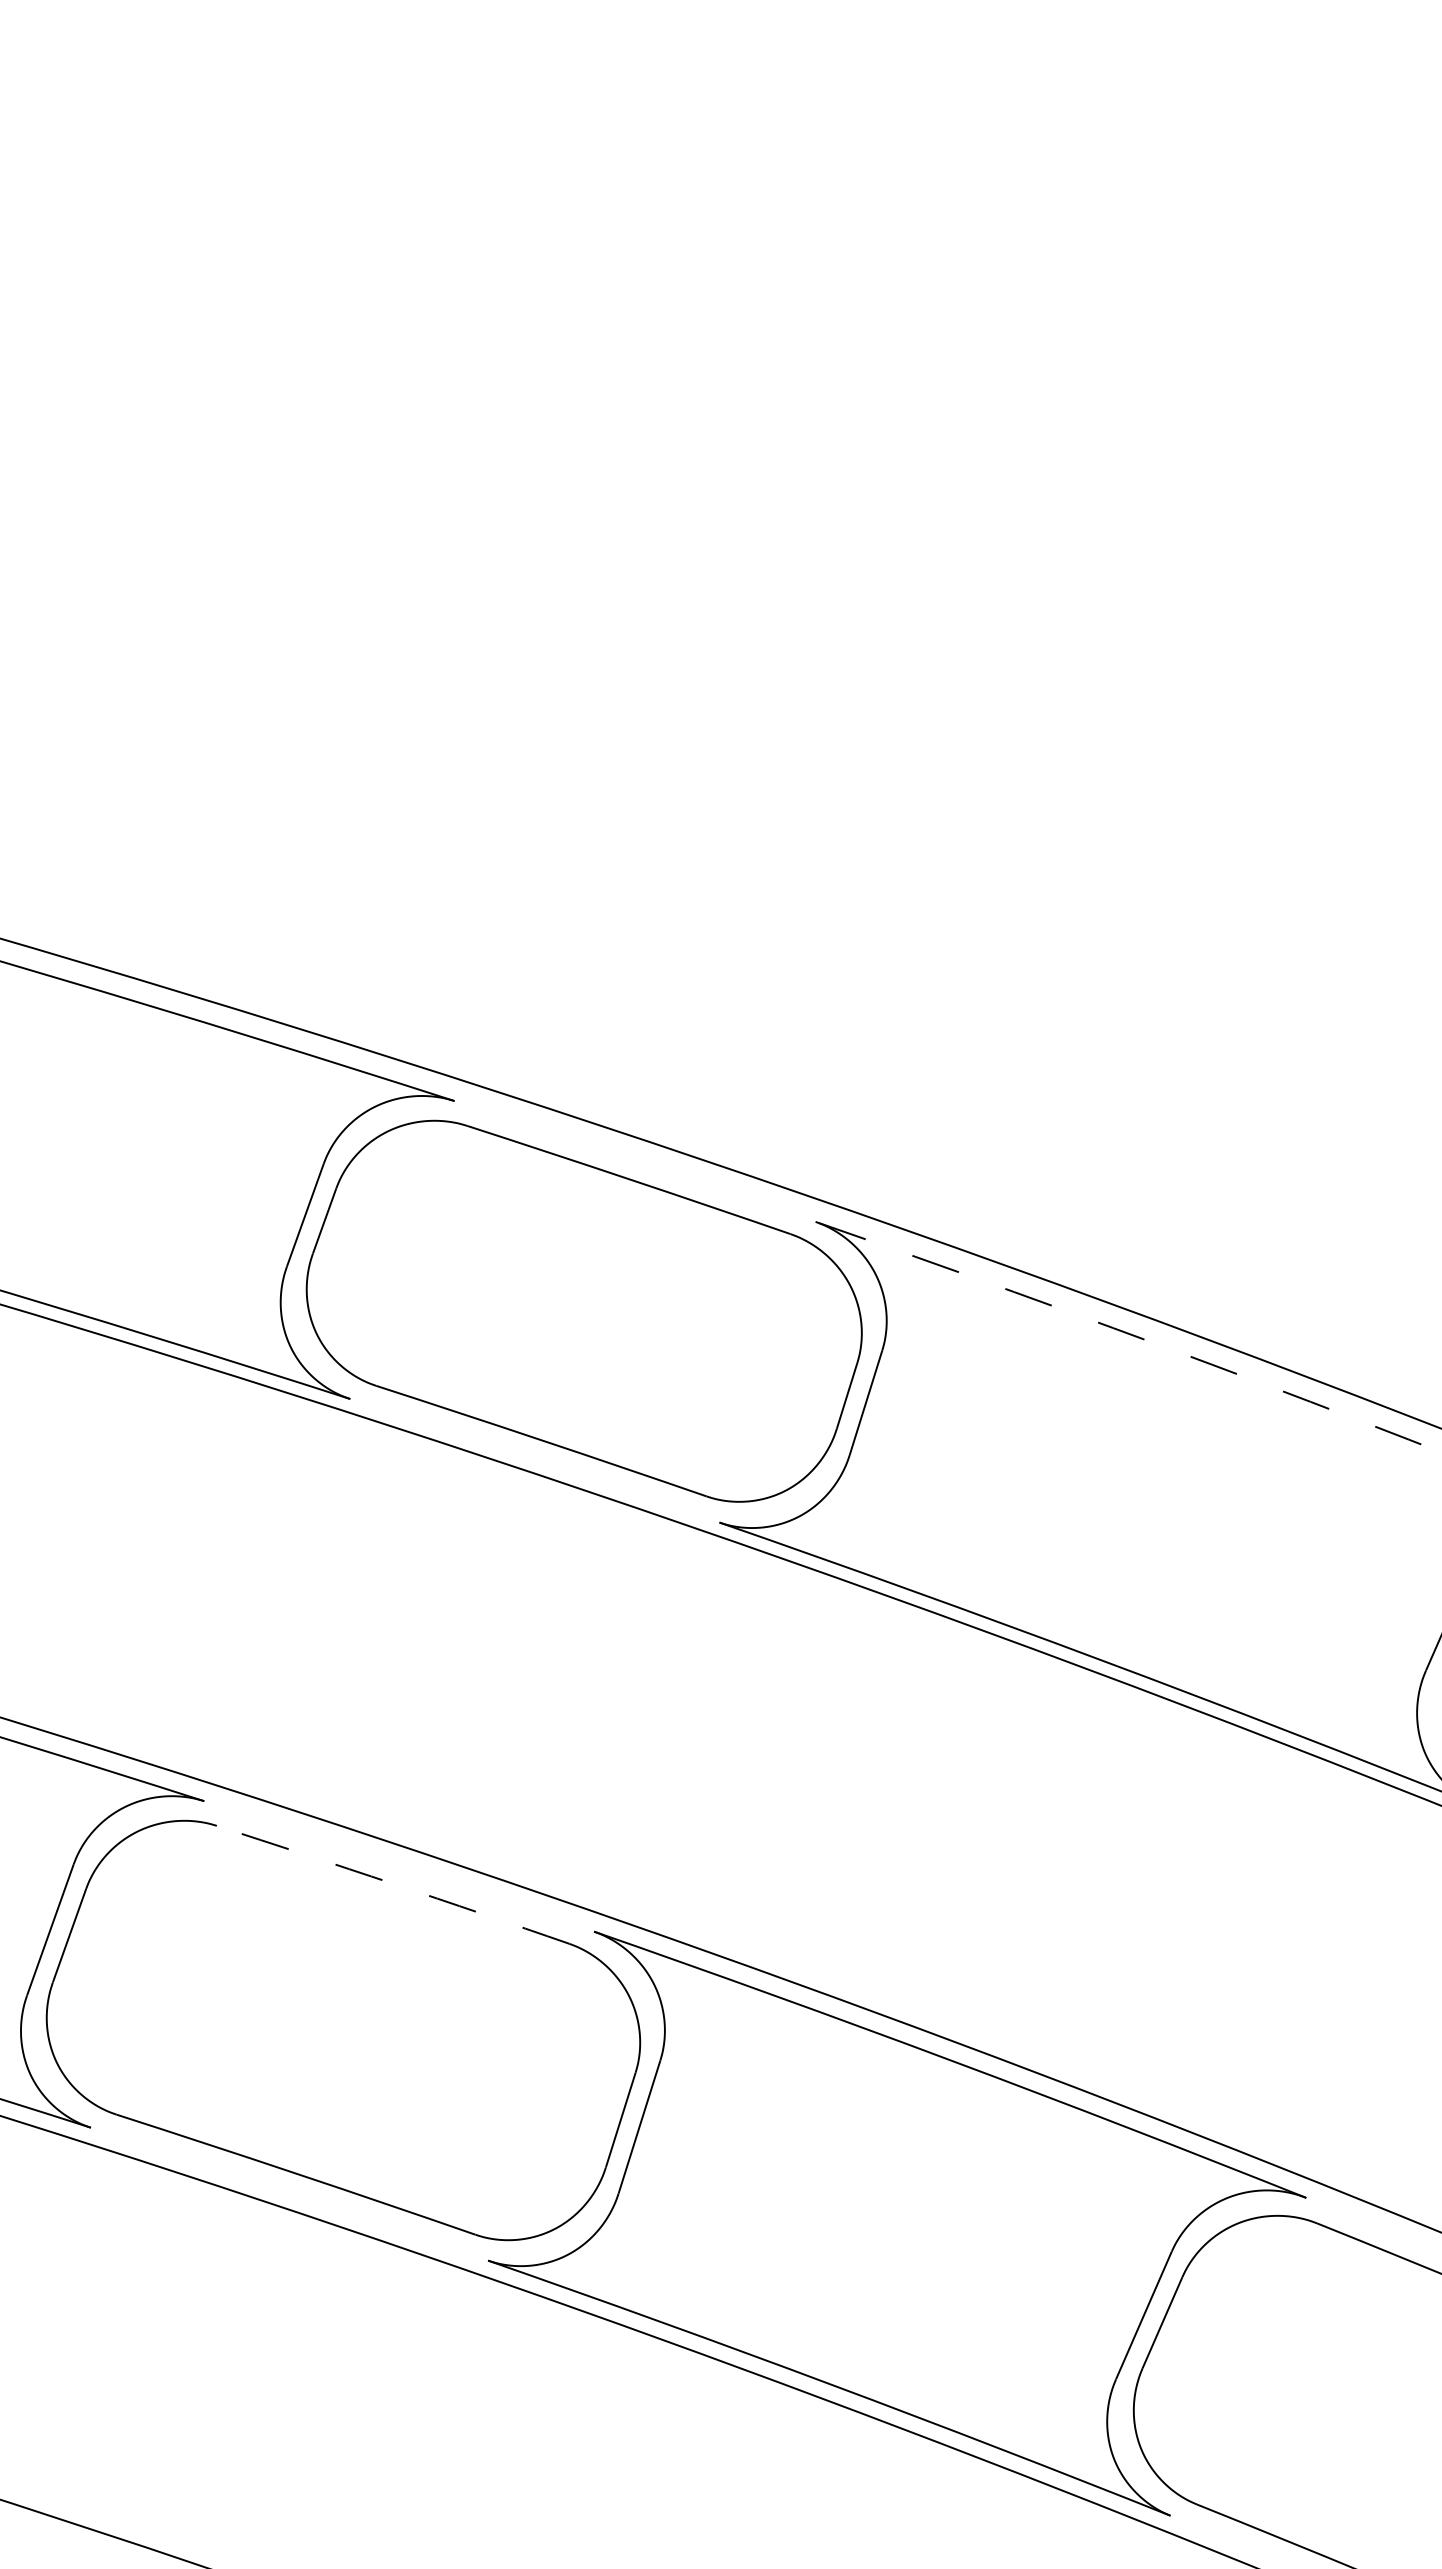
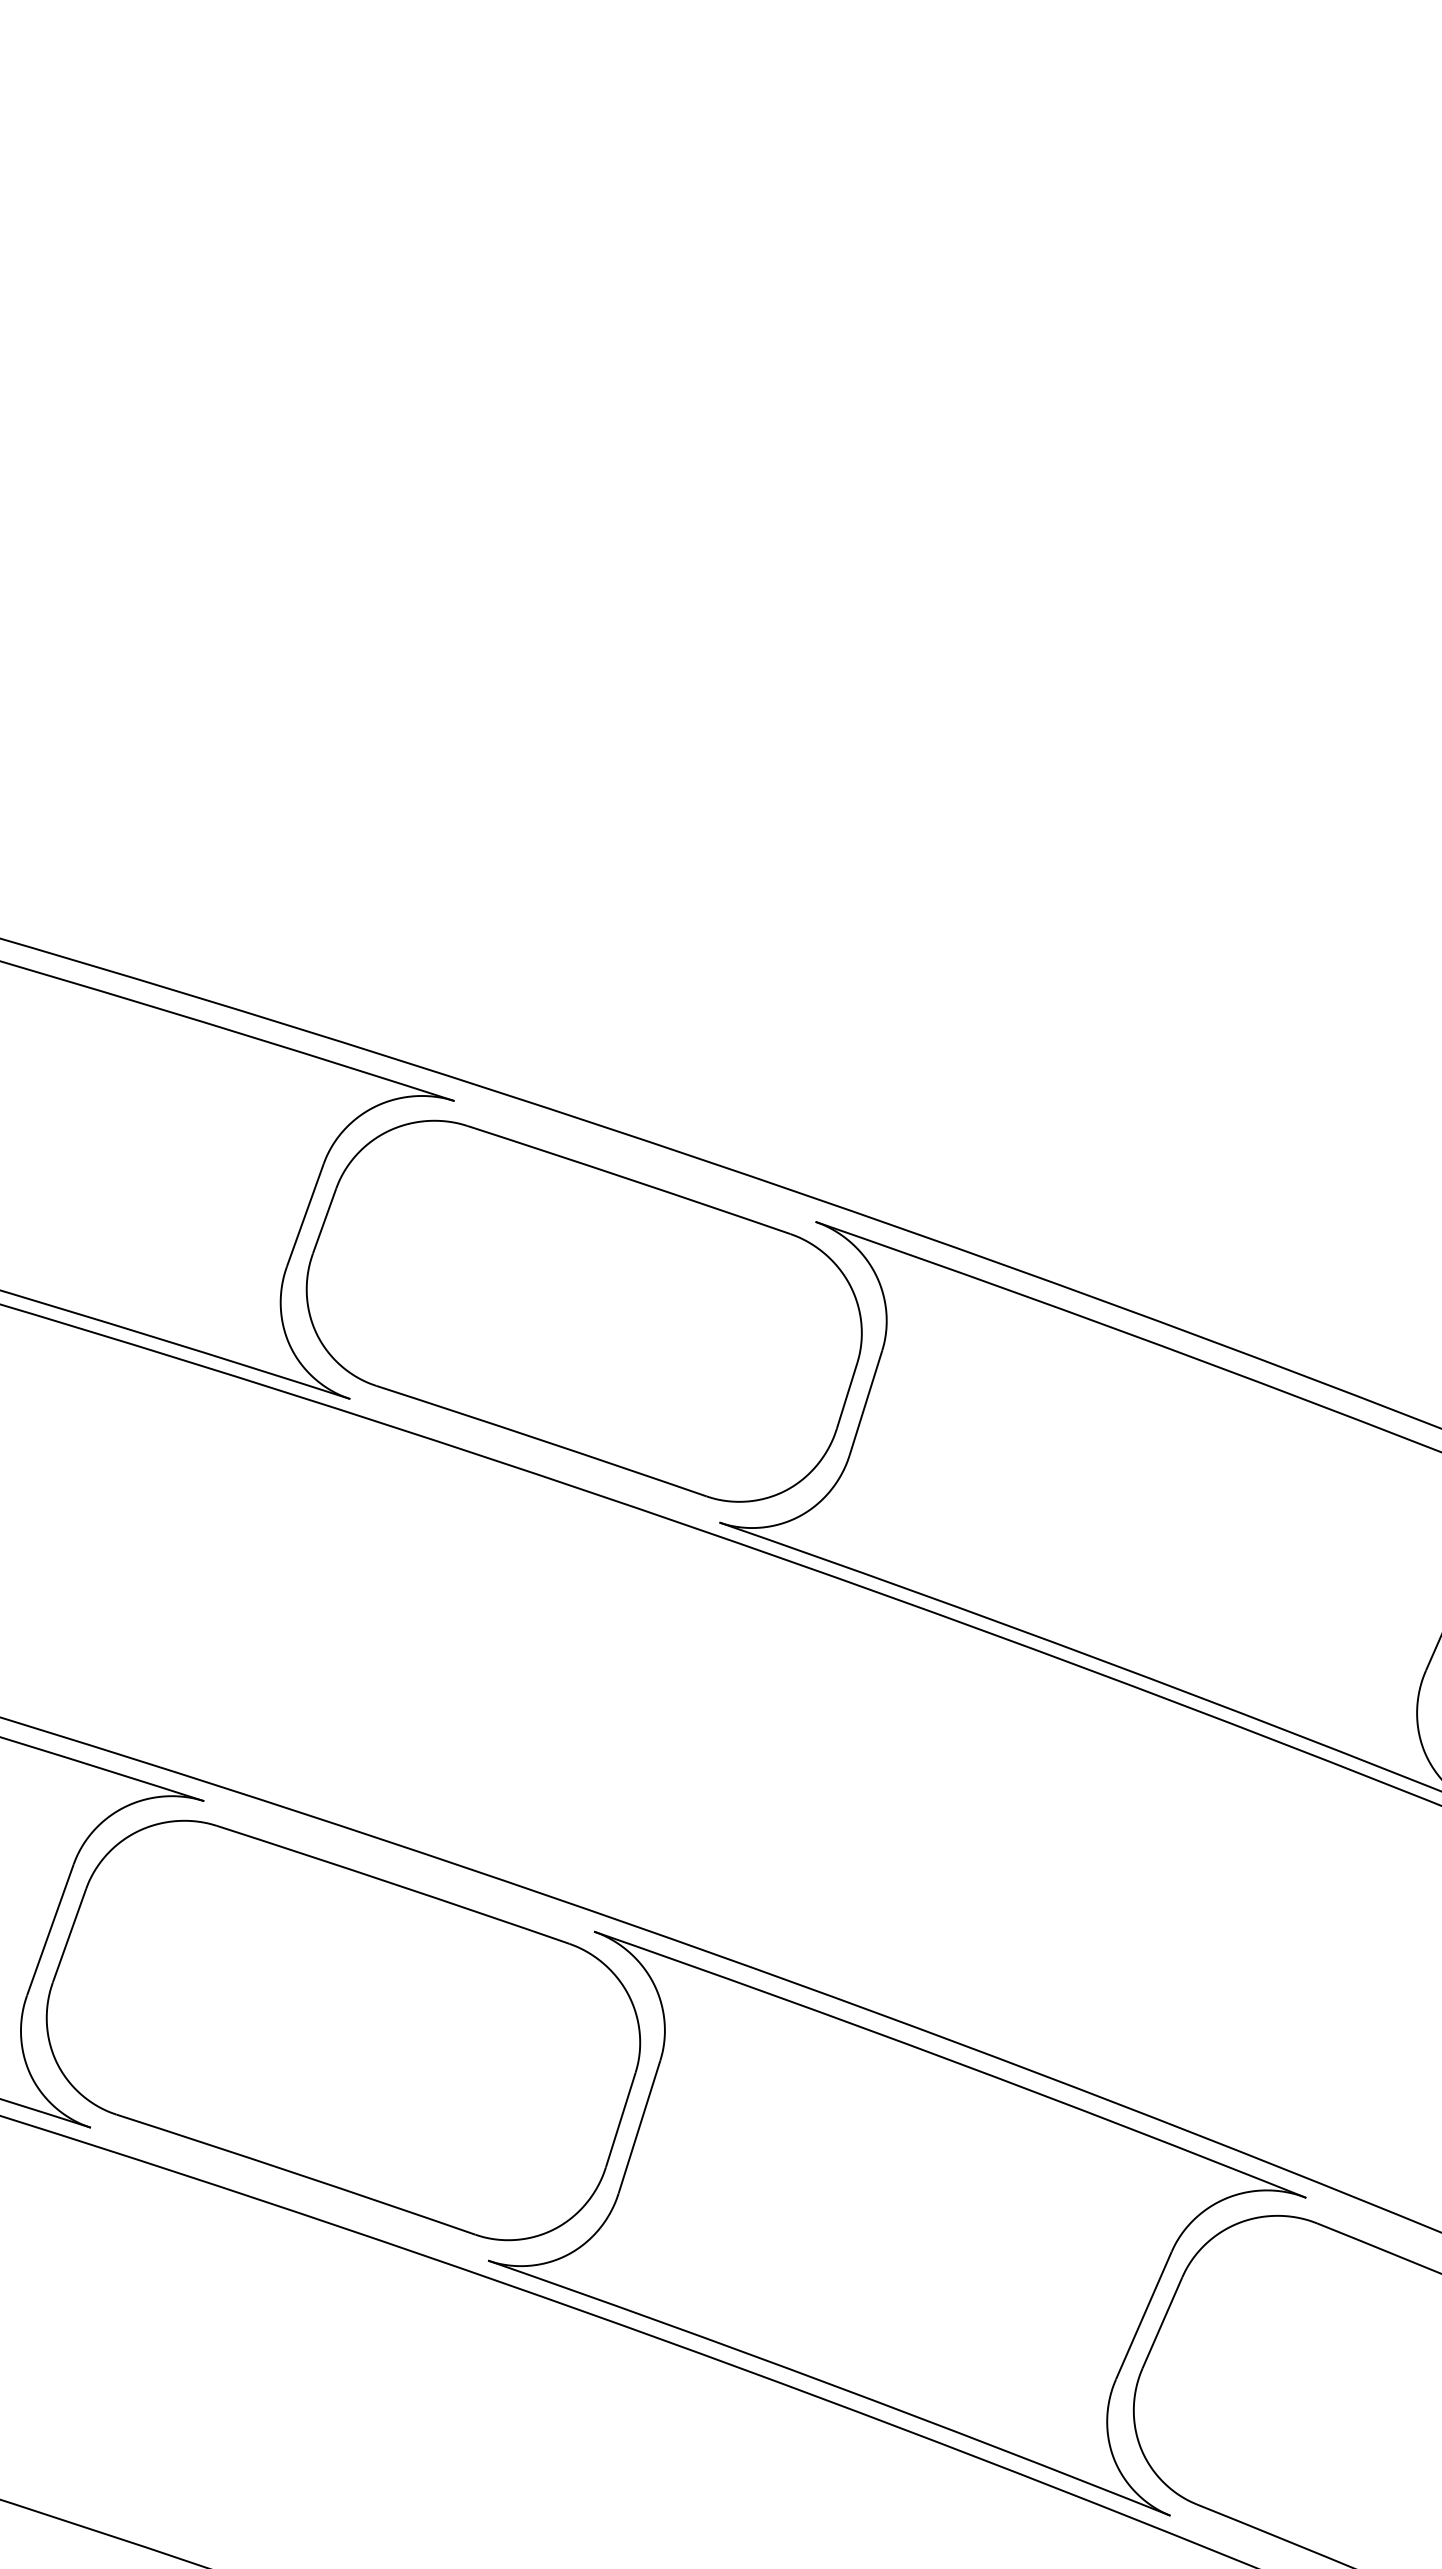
arc at (1129, 1334): dashed -> solid
arc at (393, 1883): dashed -> solid
